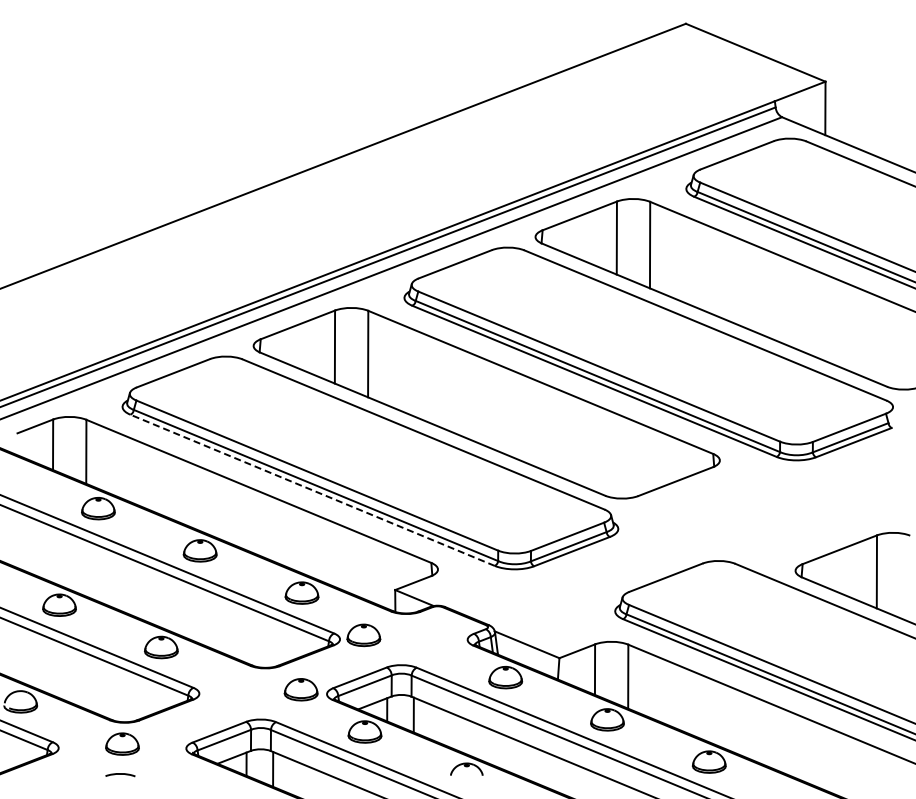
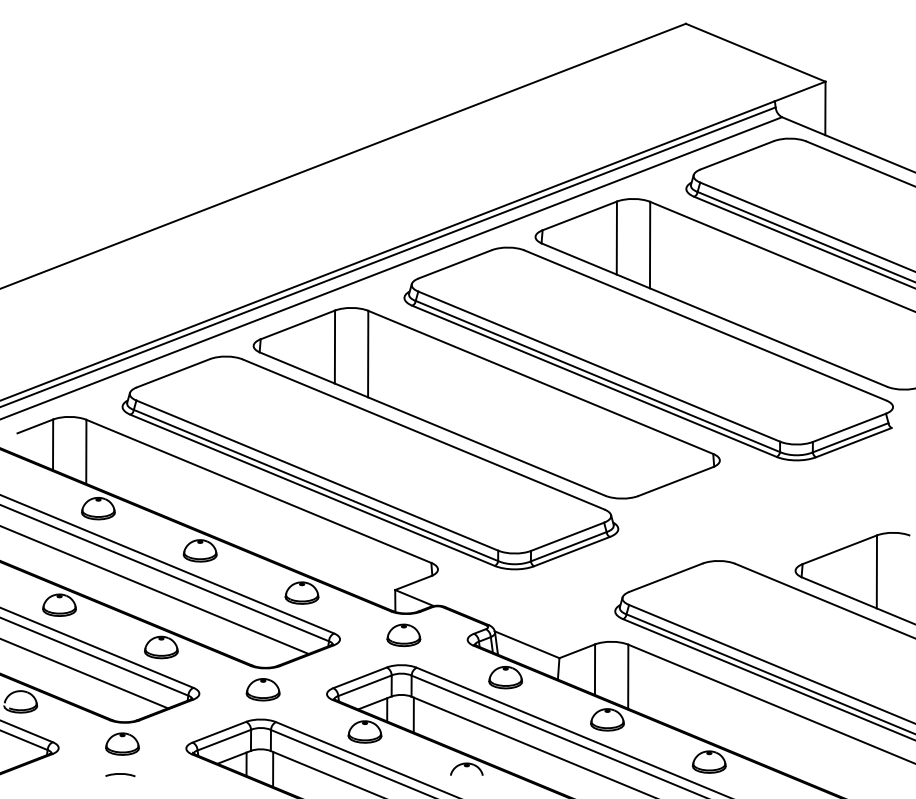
line at (312, 490): dashed -> solid
line at (155, 589): none -> present
part at (363, 635) position: (363, 635) -> (403, 635)
line at (84, 673): none -> present
part at (300, 689) position: (300, 689) -> (262, 689)
